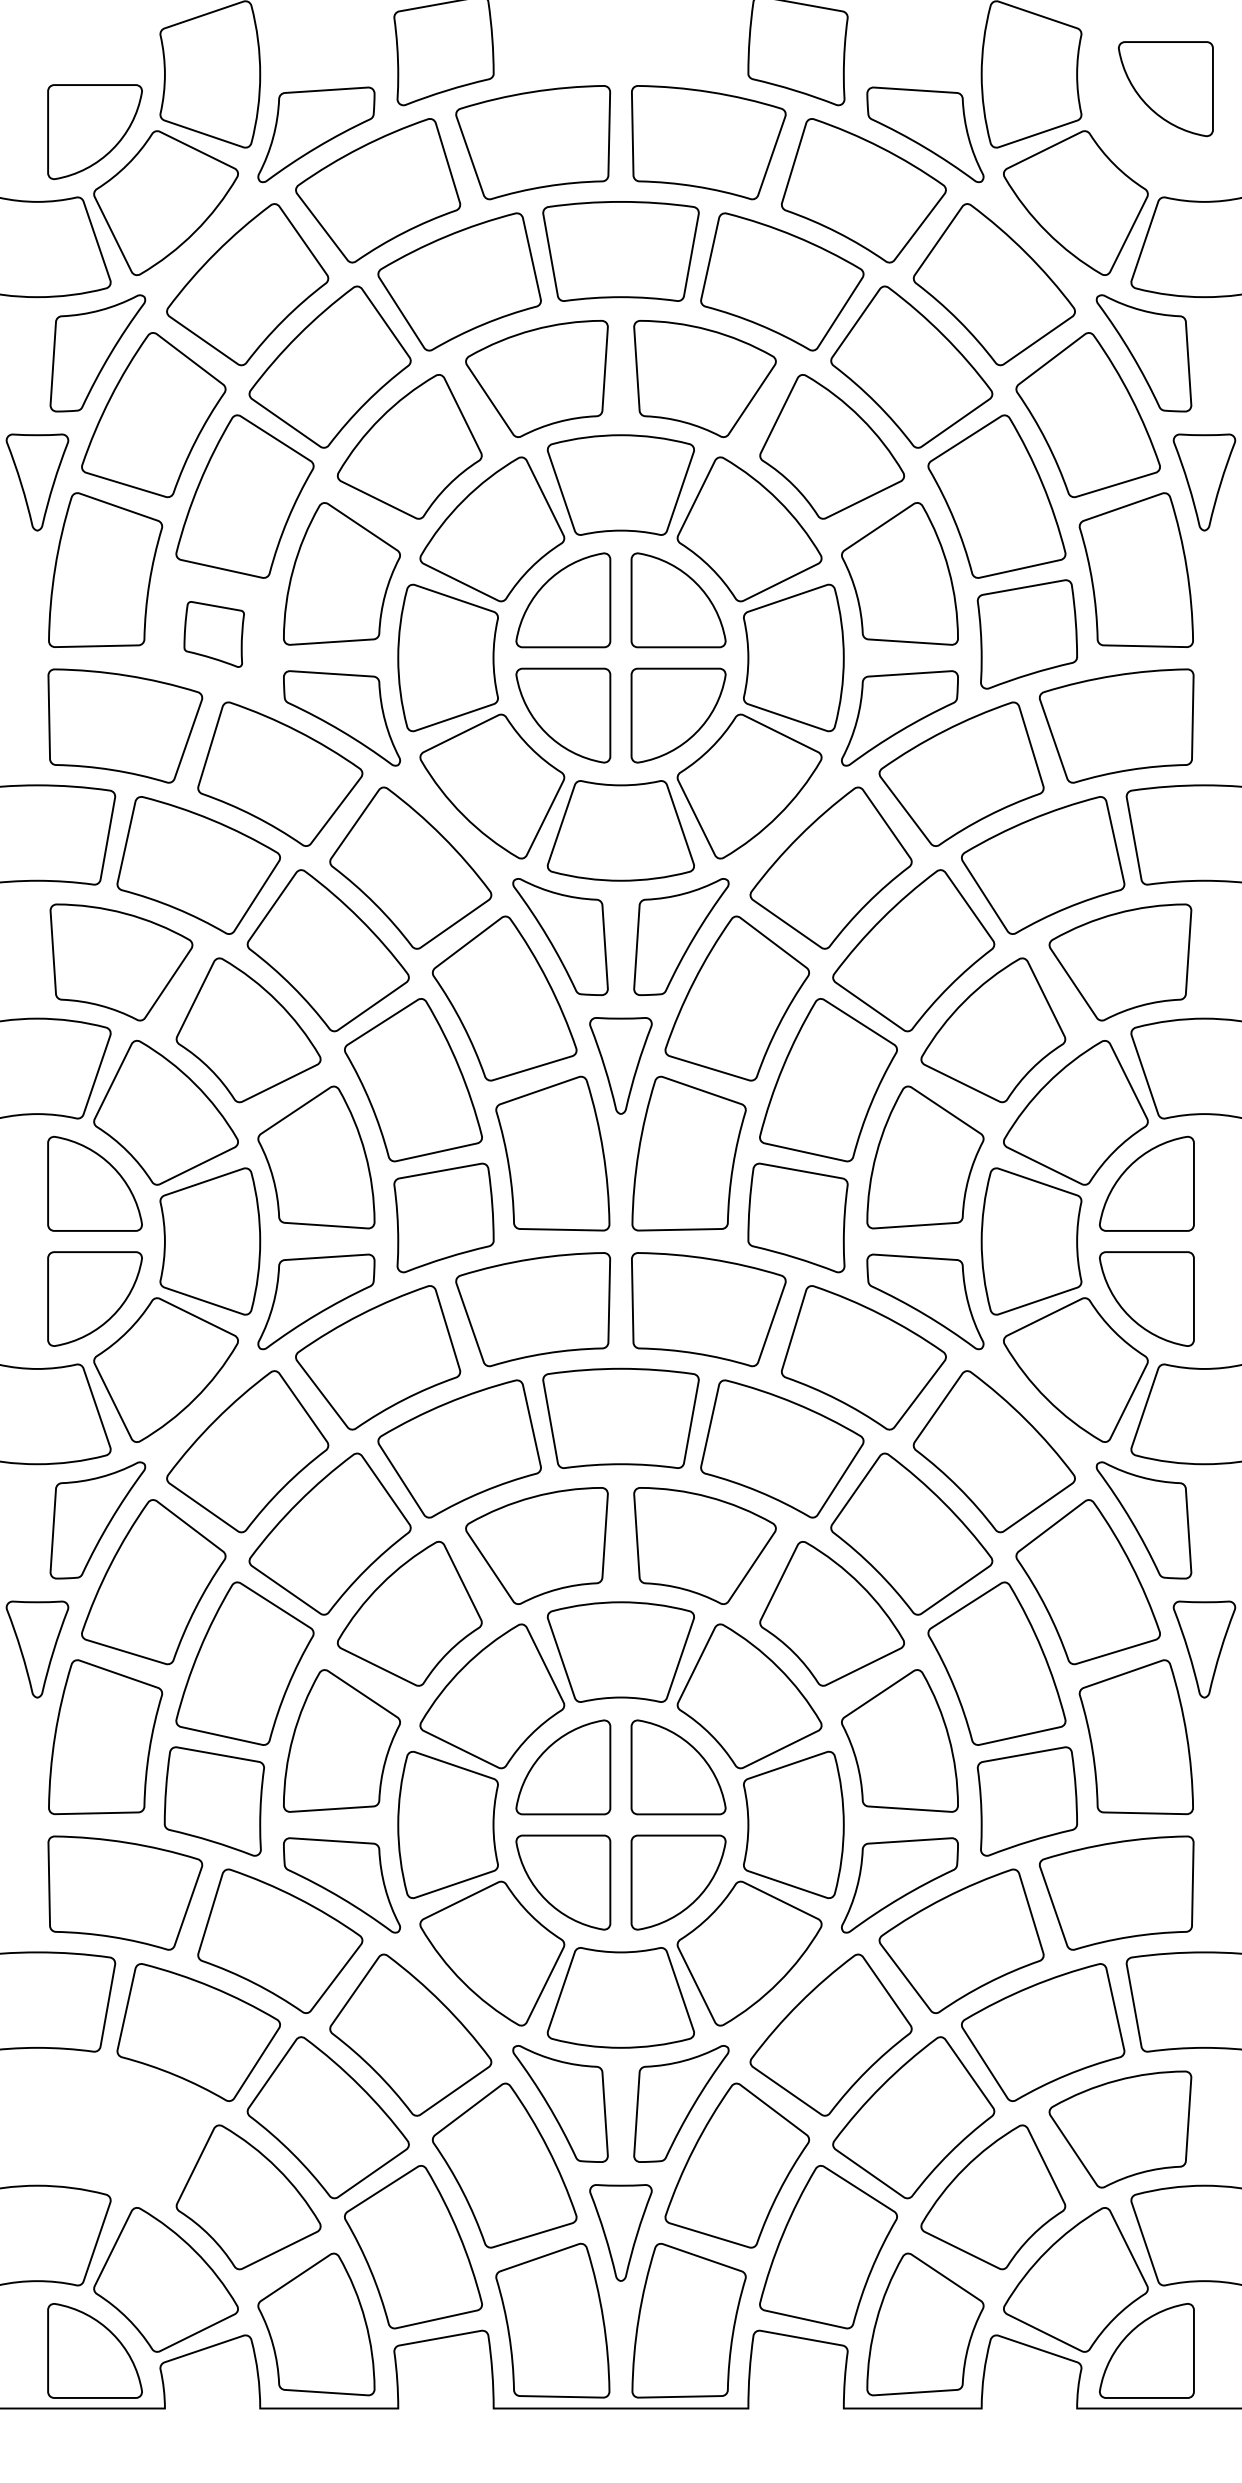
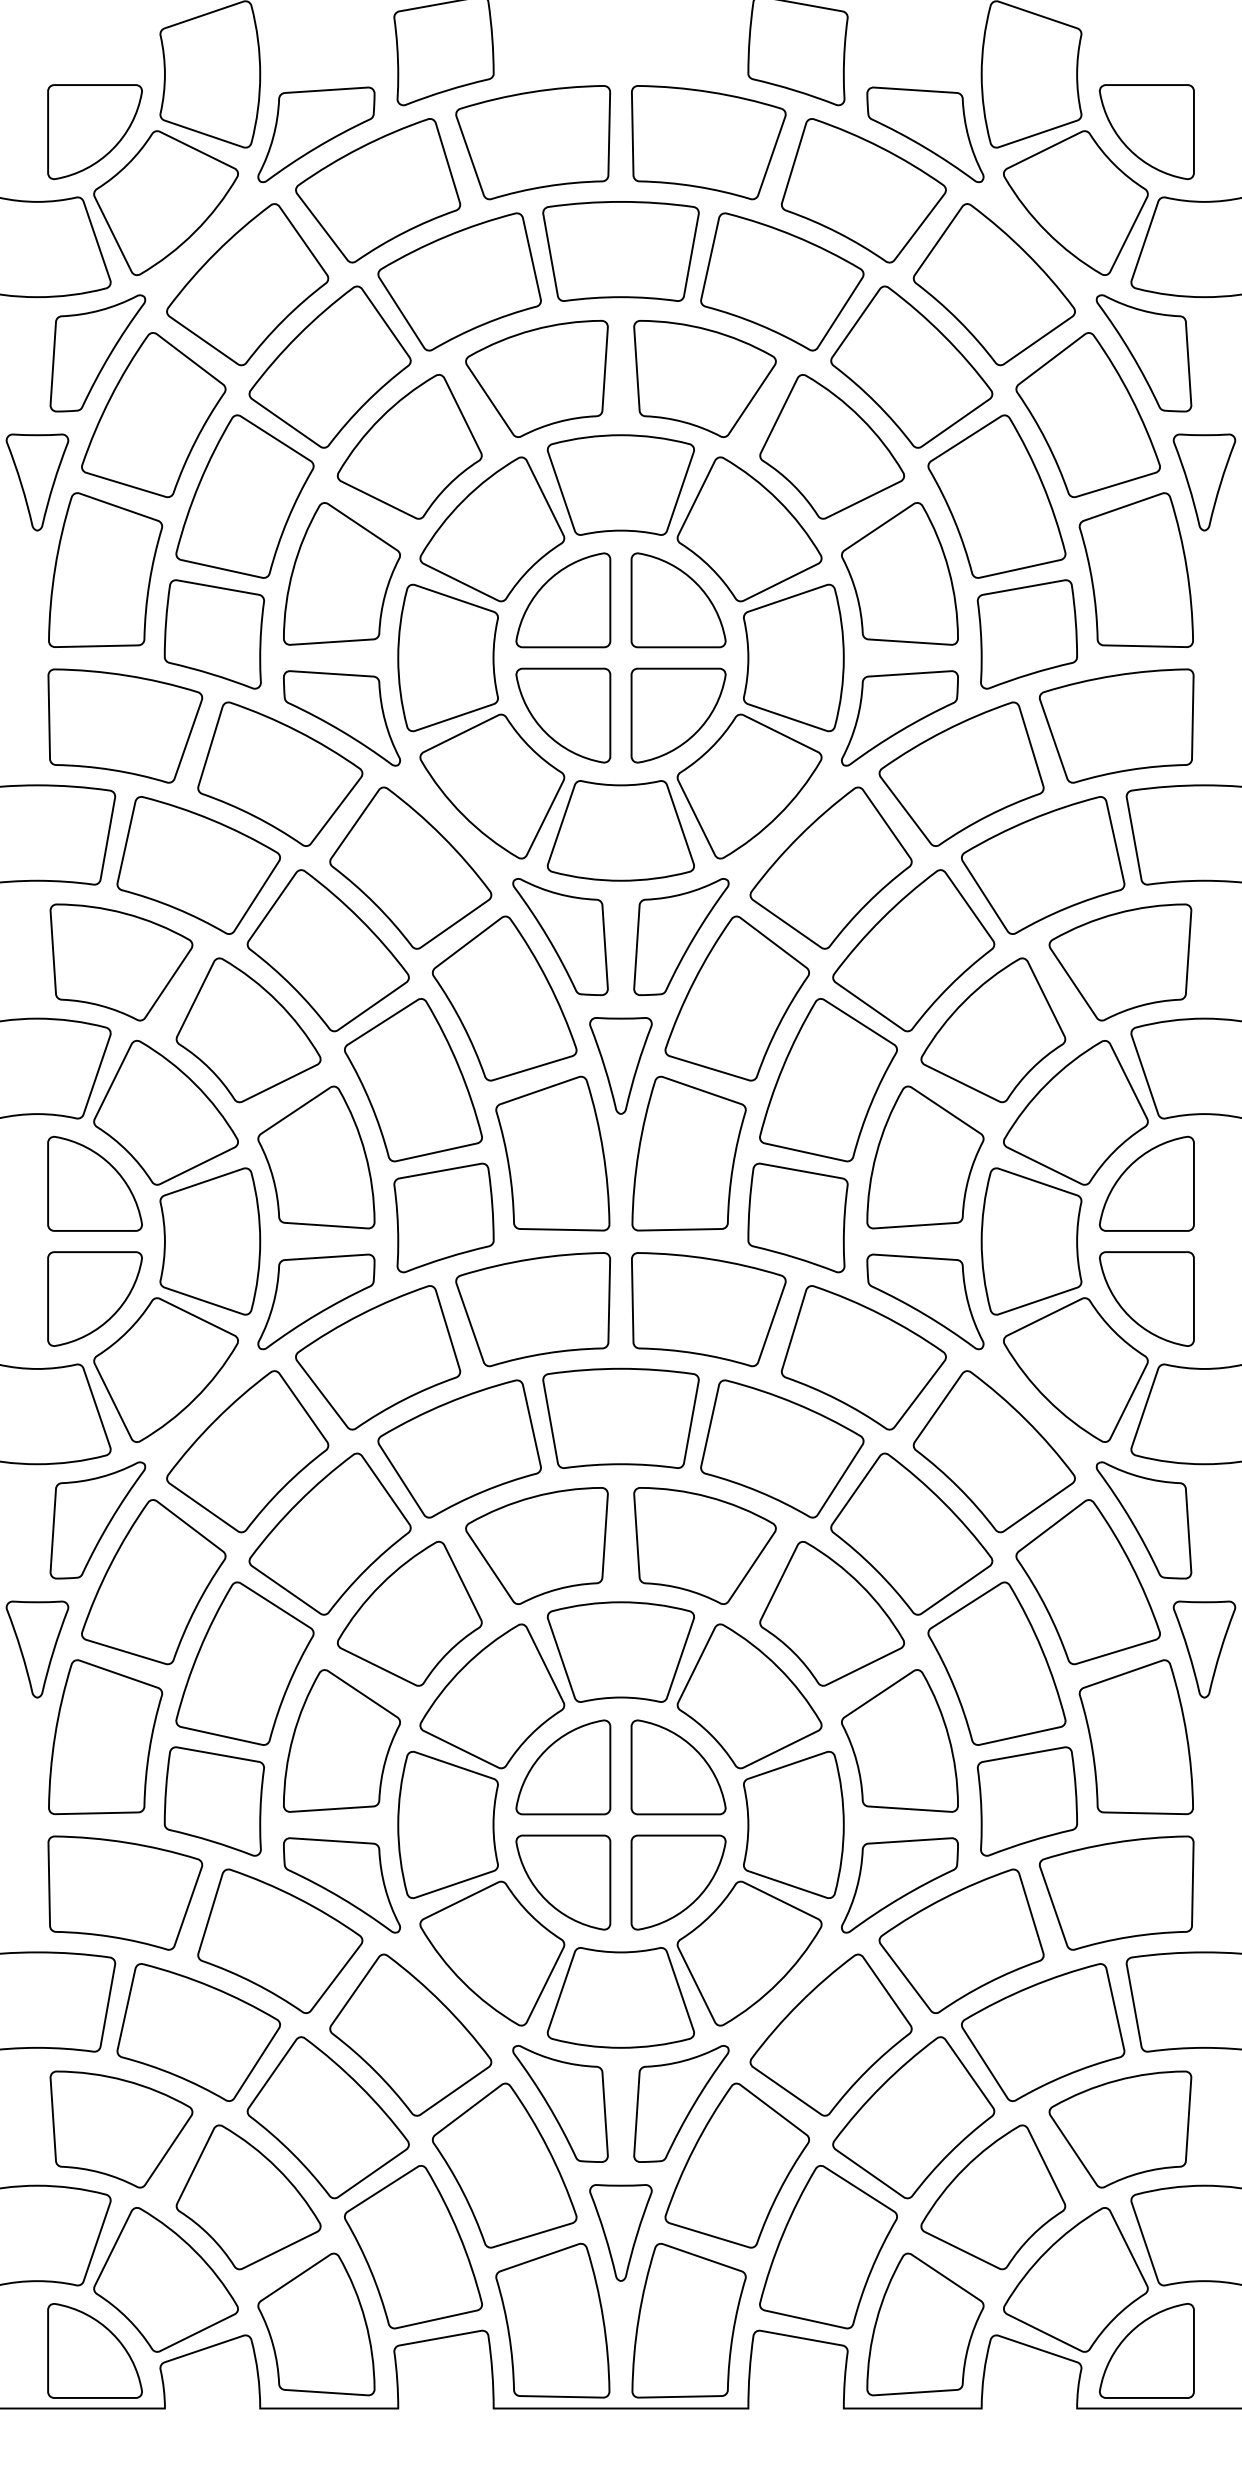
part at (1165, 89) position: (1165, 89) -> (1146, 132)
part at (213, 634) size: 62x67 px -> 102x111 px
part at (121, 2129): none -> present
